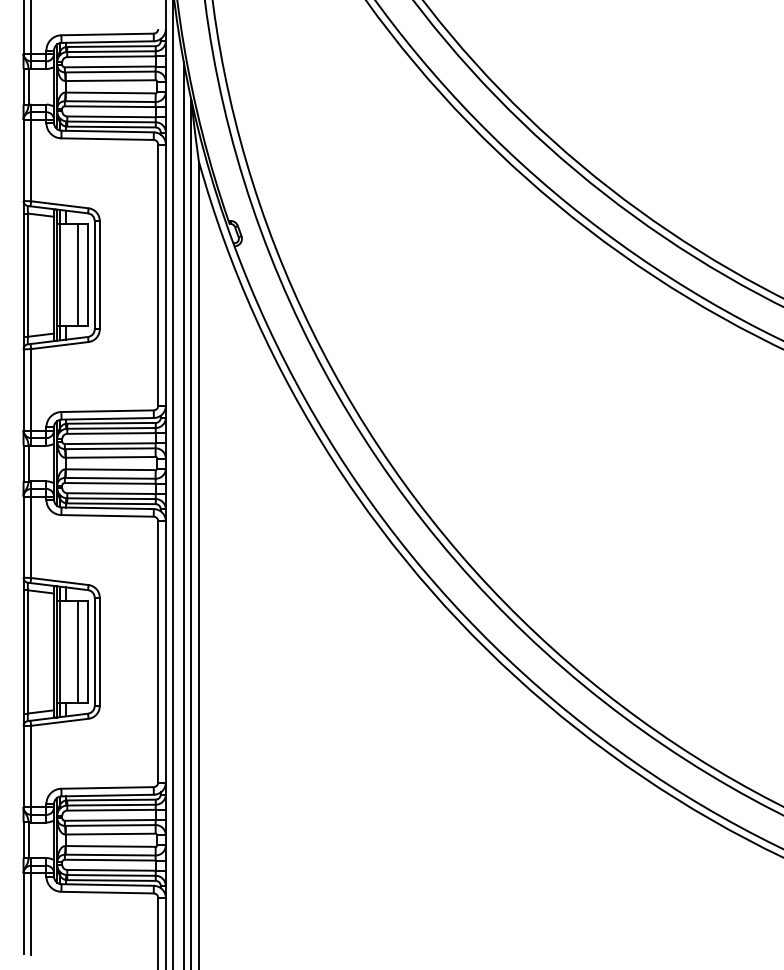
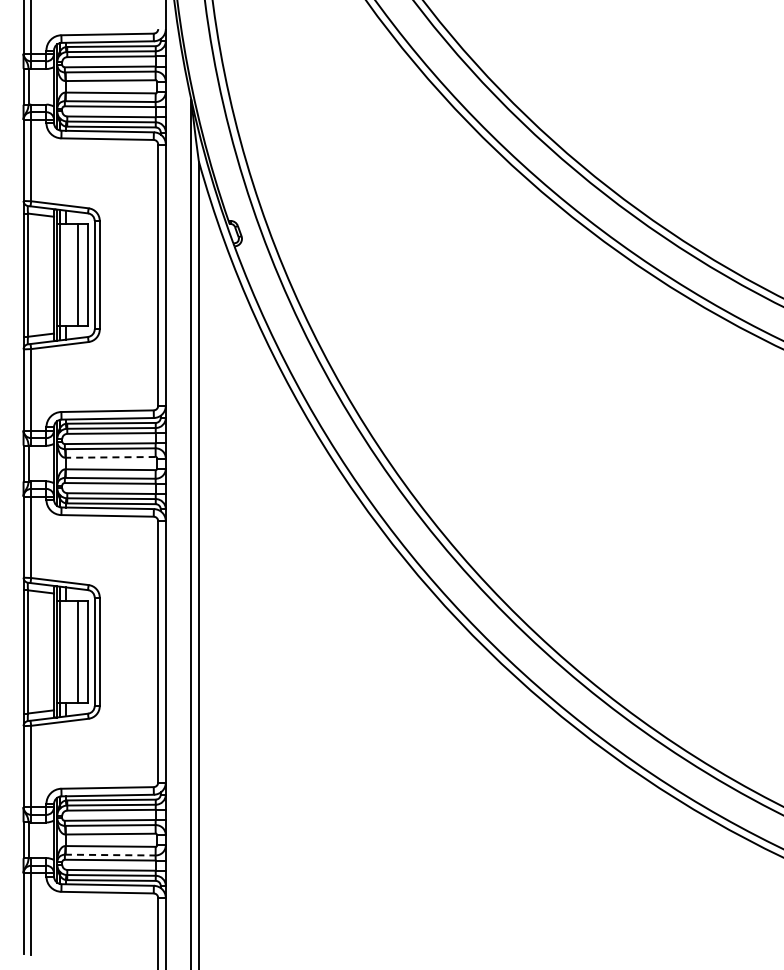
line at (110, 457): solid -> dashed
line at (173, 484): present -> none
line at (183, 513): present -> none
line at (110, 855): solid -> dashed
